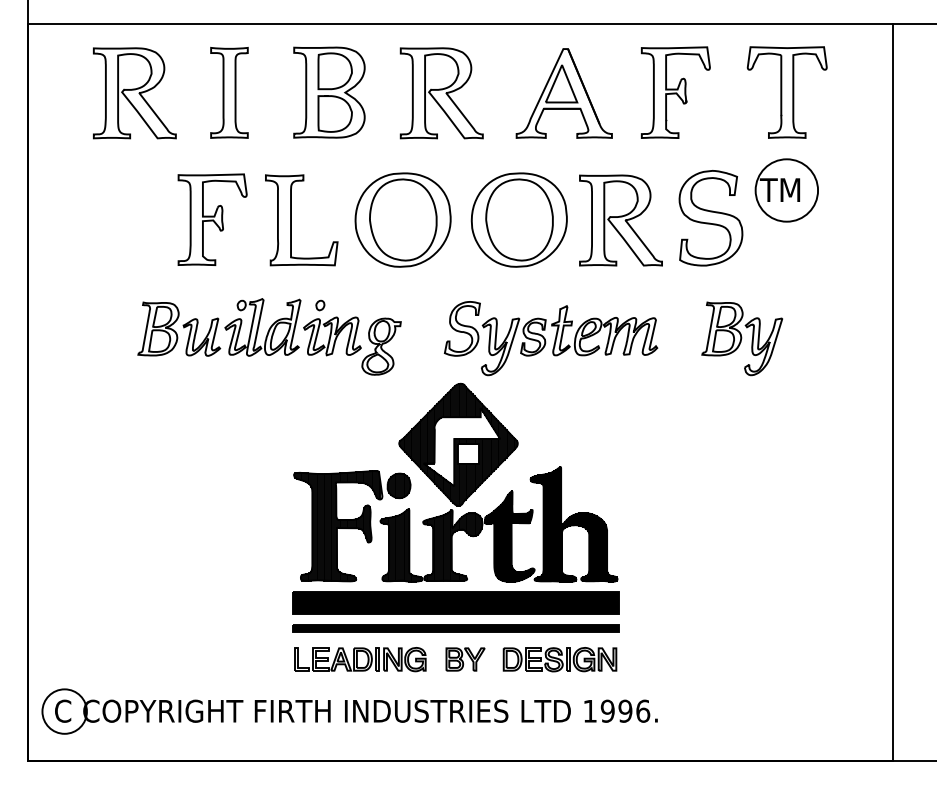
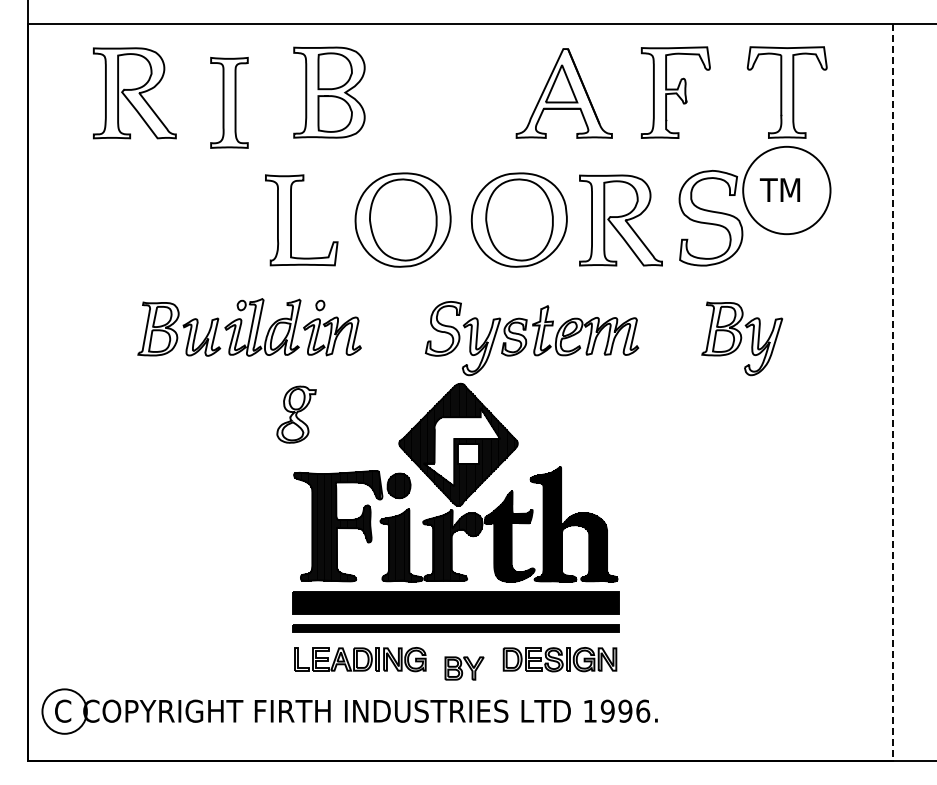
part at (229, 92) position: (229, 92) -> (229, 102)
part at (441, 93): present -> none
circle at (786, 190) diameter: 62 px -> 87 px
curve at (212, 219): present -> none
part at (550, 338) position: (550, 338) -> (531, 338)
part at (381, 346) position: (381, 346) -> (296, 414)
line at (893, 392): solid -> dashed
part at (465, 659) position: (465, 659) -> (464, 668)
